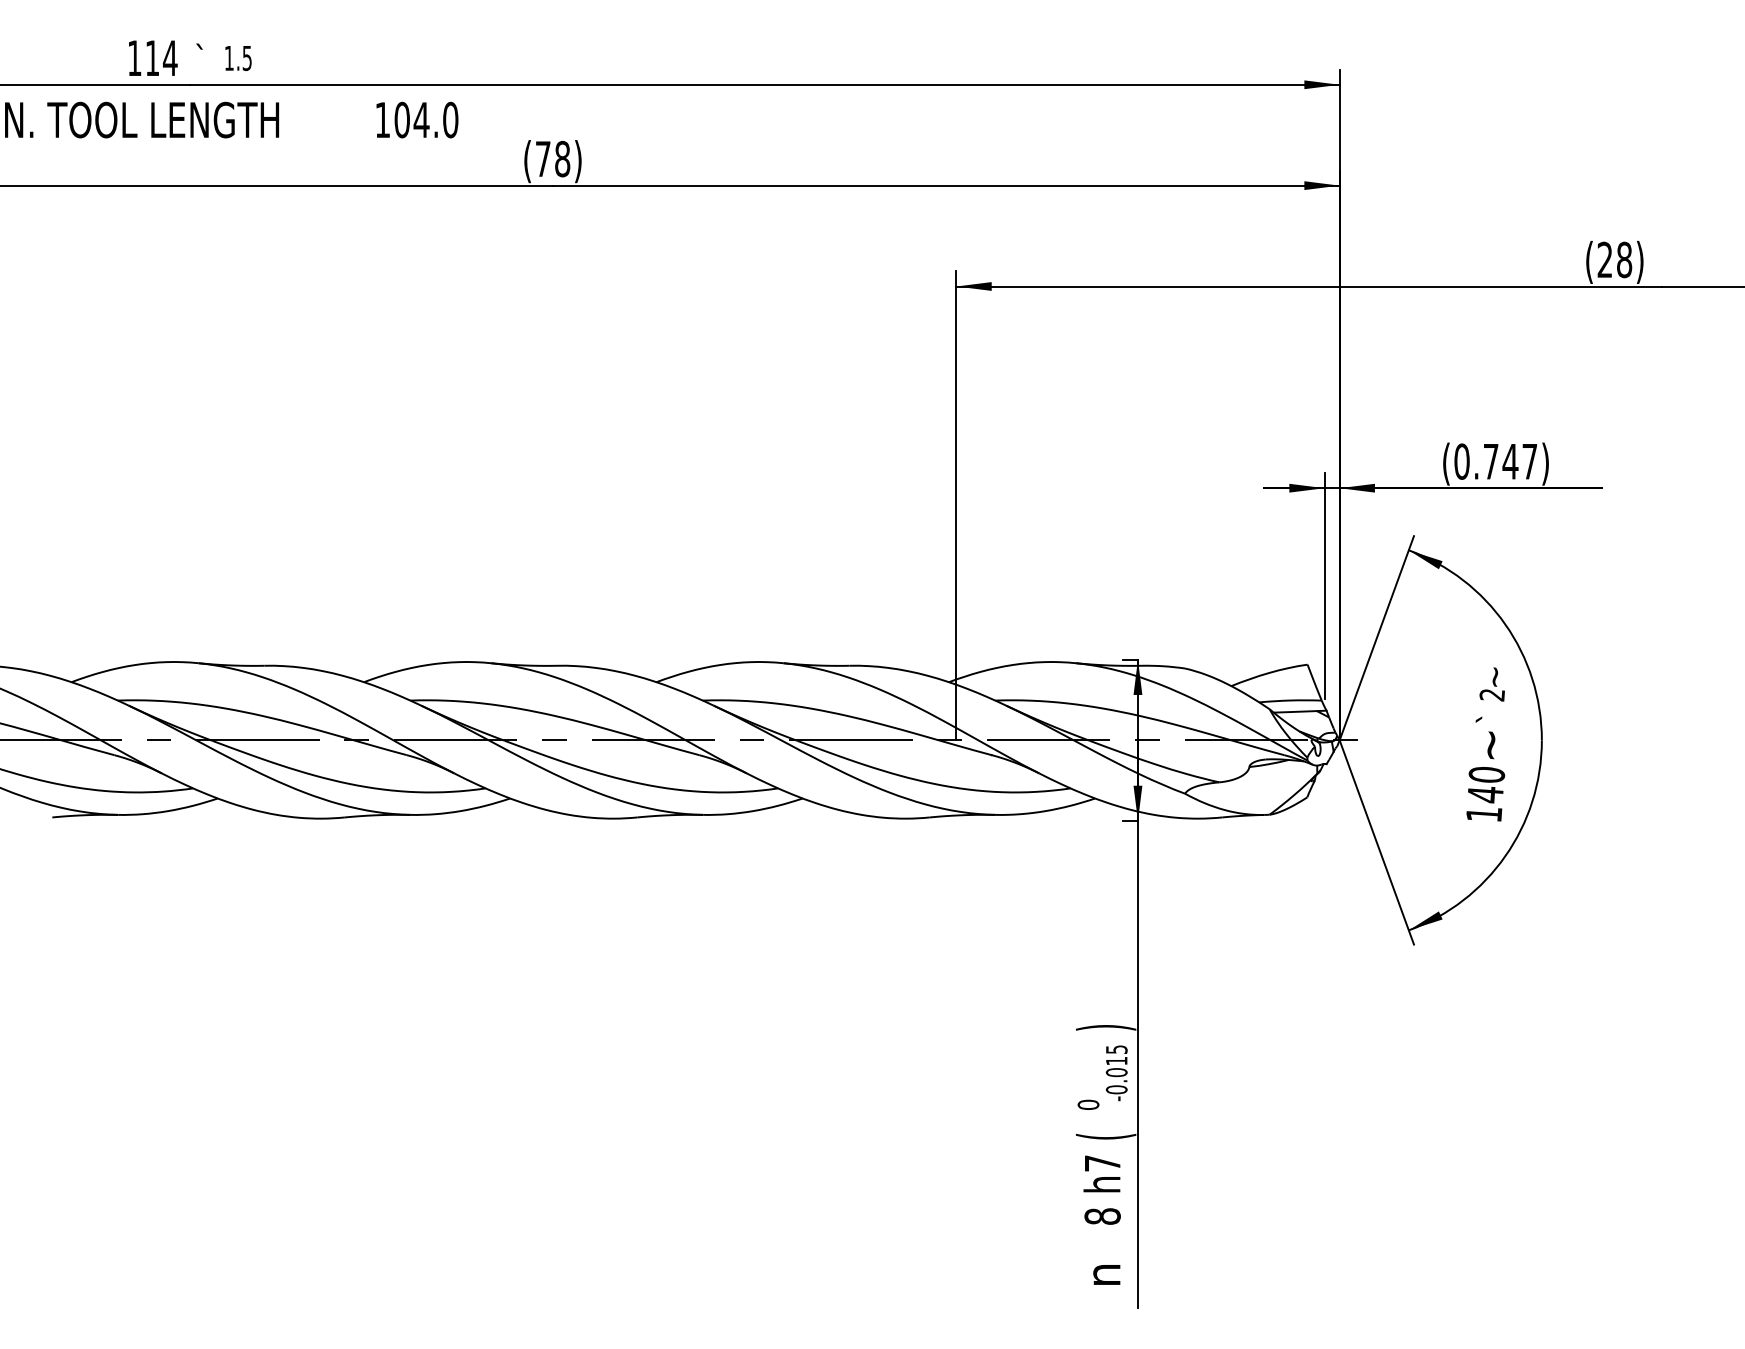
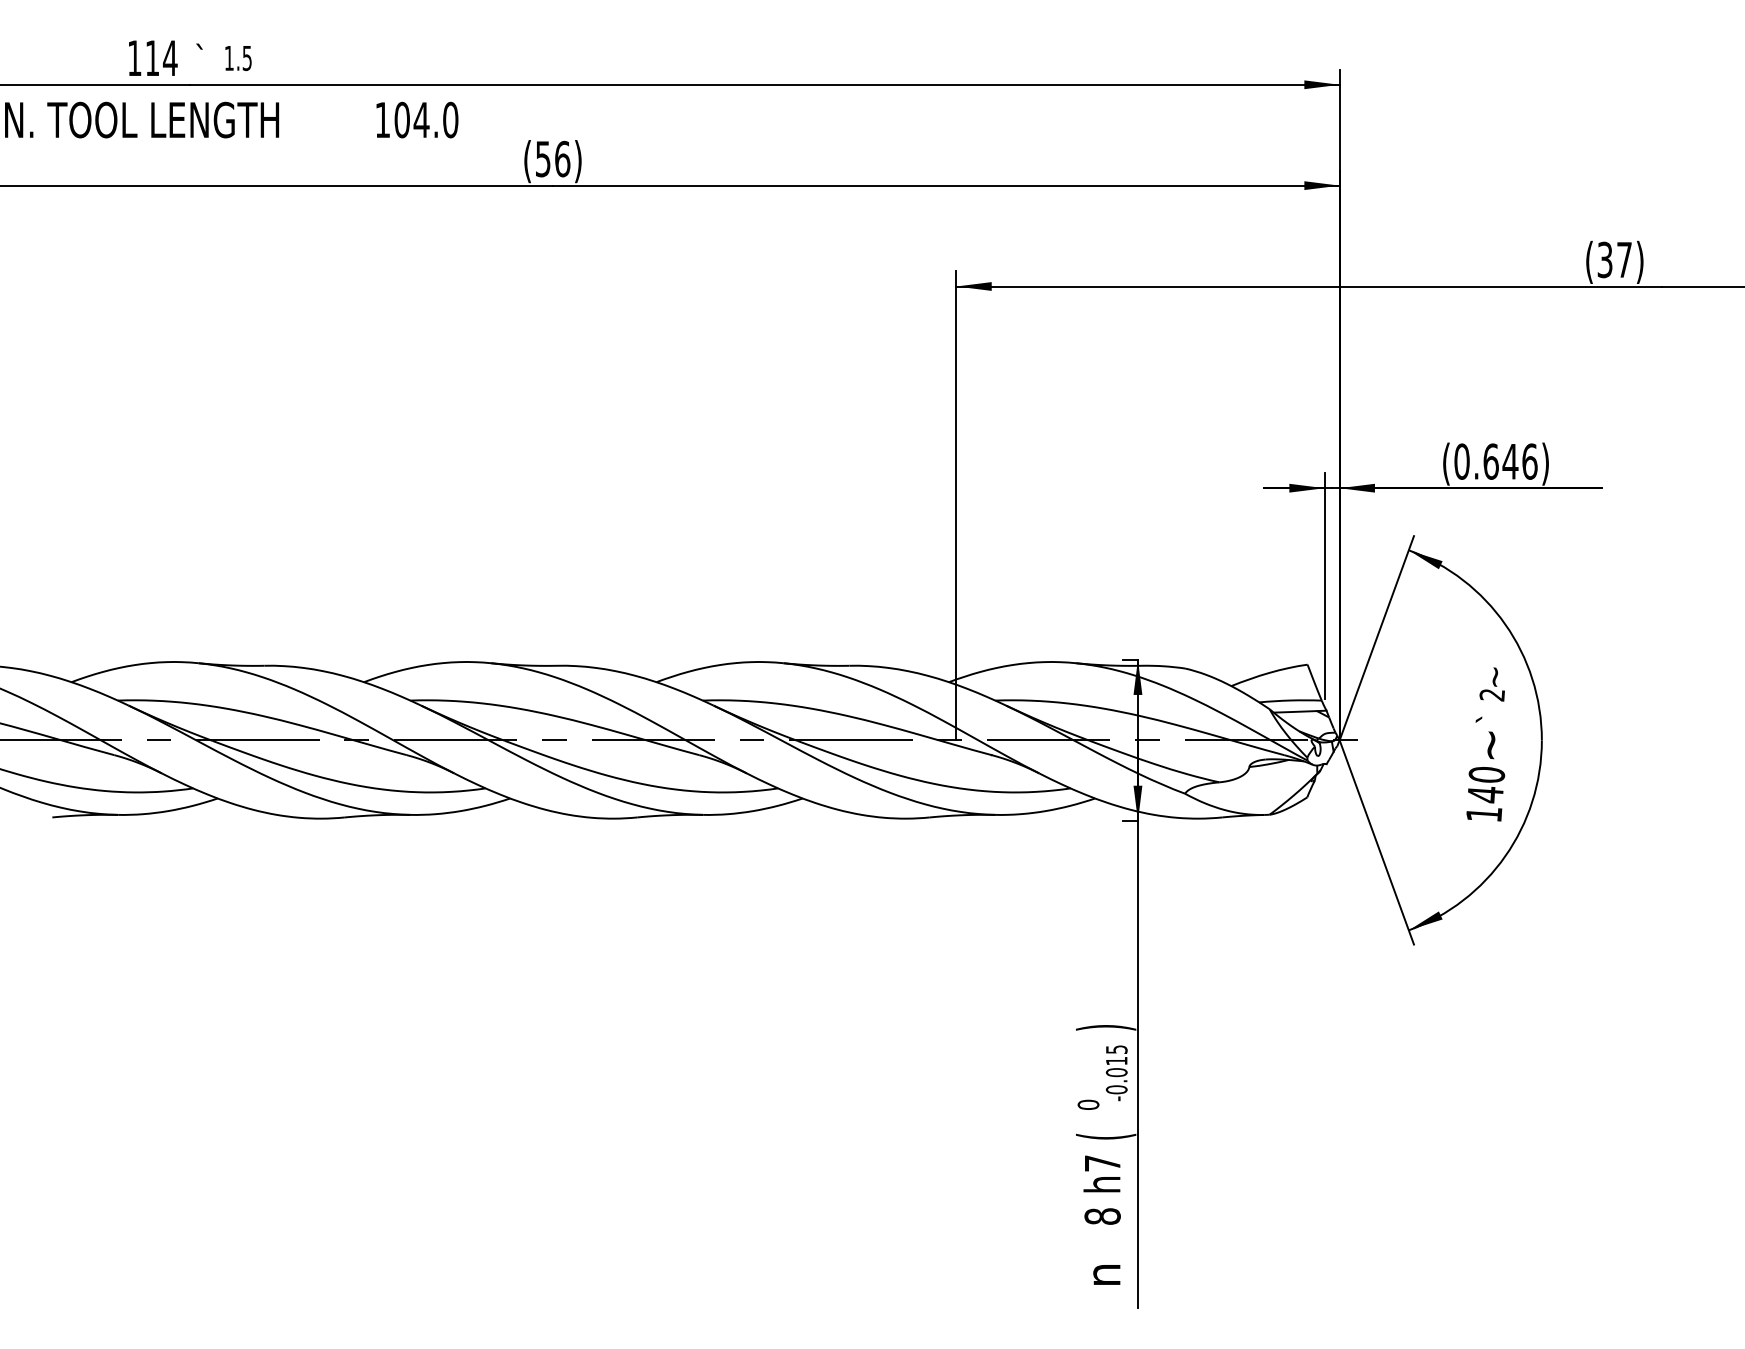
text at (553, 158): (78) -> (56)
text at (1614, 259): (28) -> (37)
text at (1510, 461): (0.747) -> (0.646)
